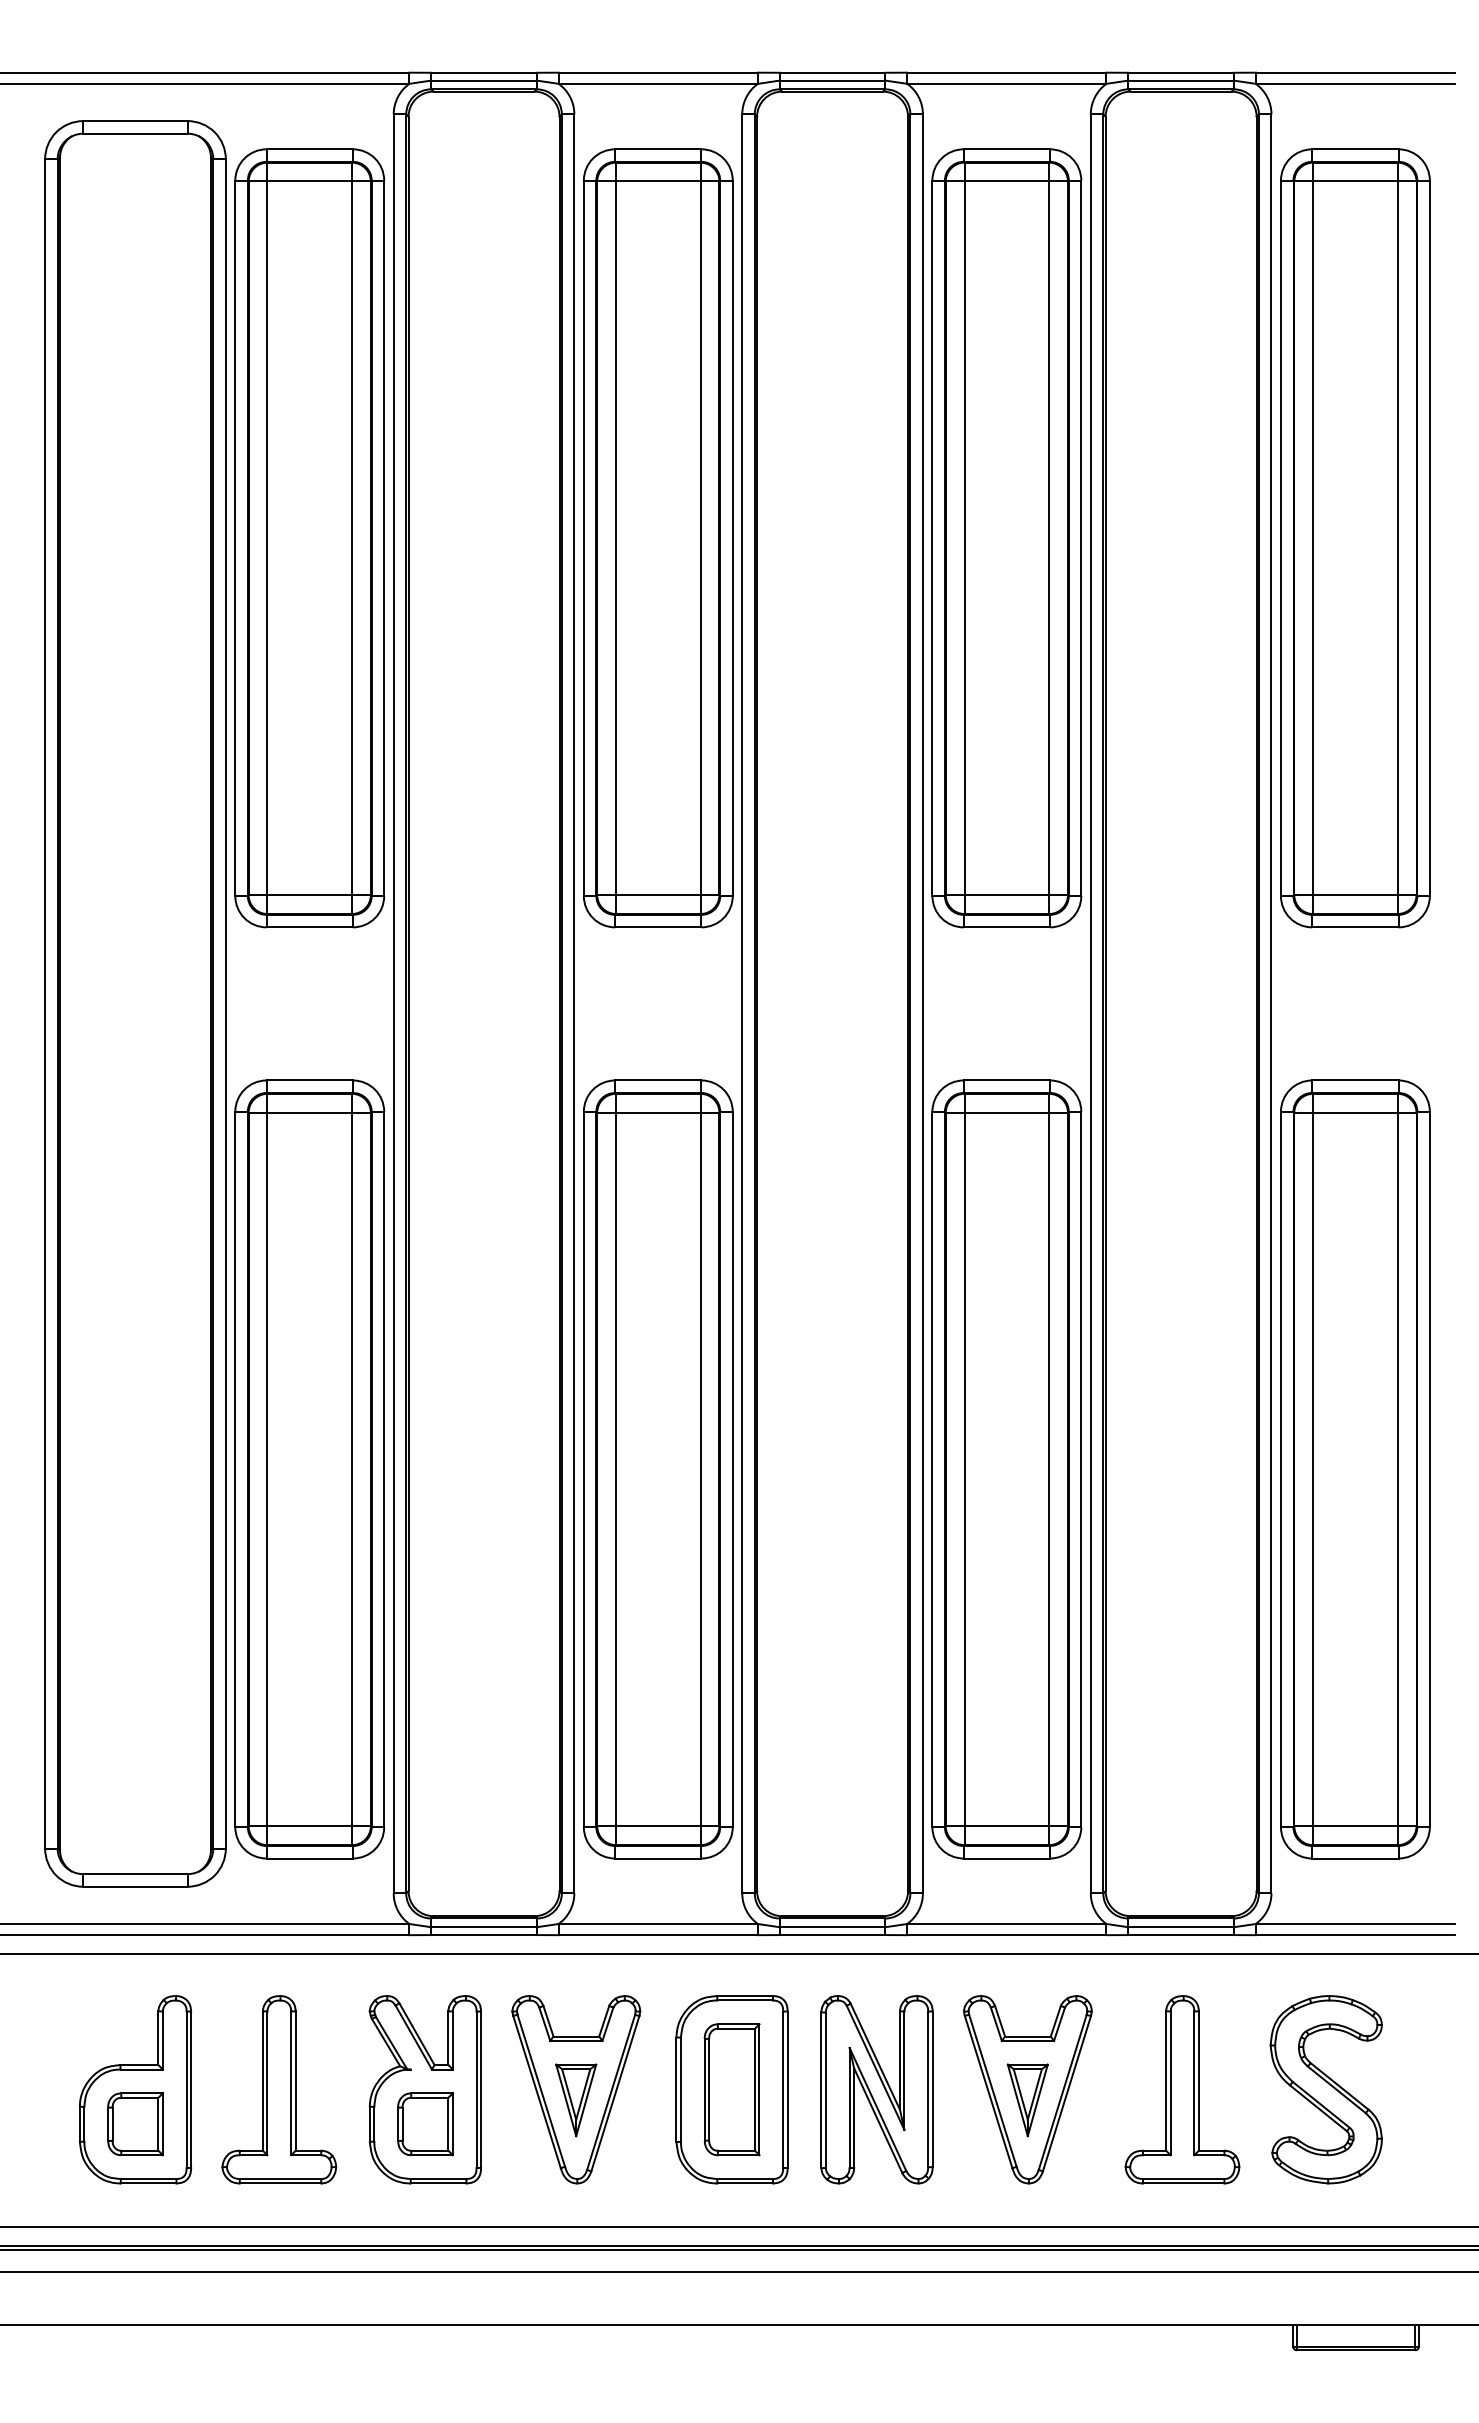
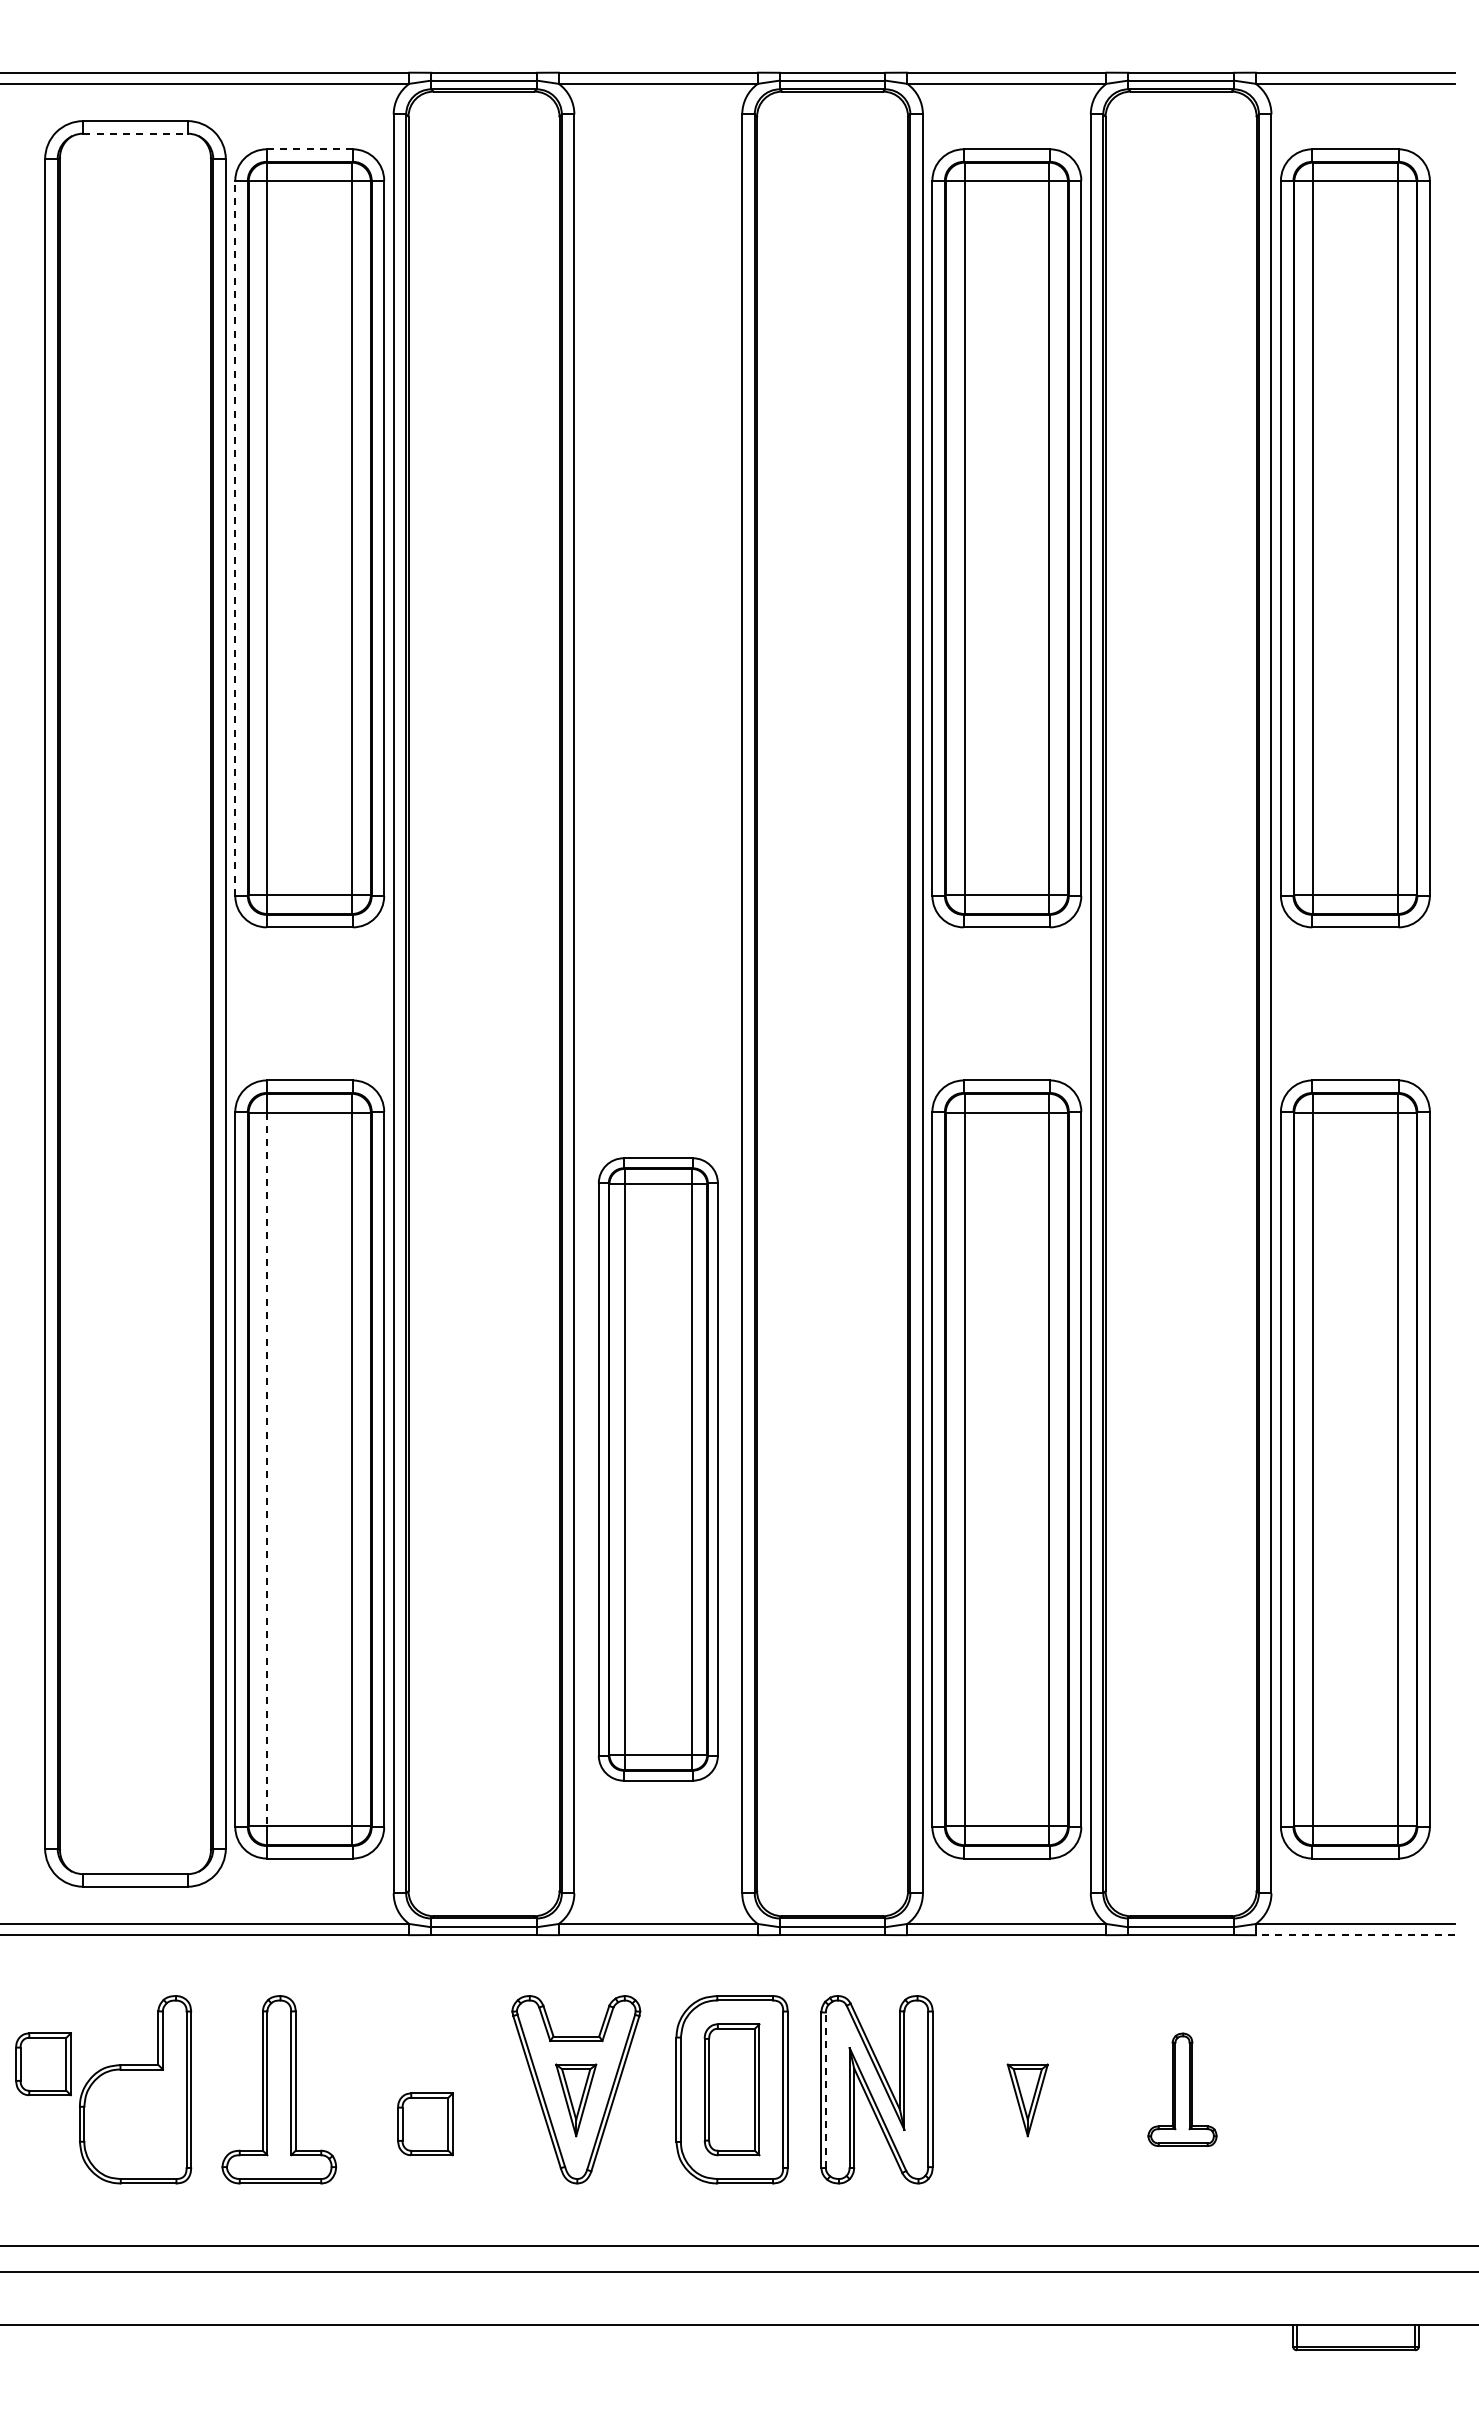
line at (135, 133): solid -> dashed
line at (310, 149): solid -> dashed
line at (235, 538): solid -> dashed
part at (658, 538): present -> none
line at (267, 1469): solid -> dashed
part at (658, 1469) size: 151x781 px -> 122x625 px
line at (1355, 1935): solid -> dashed
line at (738, 1953): present -> none
part at (424, 2089): present -> none
part at (1027, 2089): present -> none
part at (1182, 2089) size: 117x190 px -> 71x115 px
part at (1325, 2089): present -> none
line at (825, 2090): solid -> dashed
part at (135, 2124) position: (135, 2124) -> (43, 2064)
line at (738, 2226): present -> none
line at (738, 2249): present -> none
